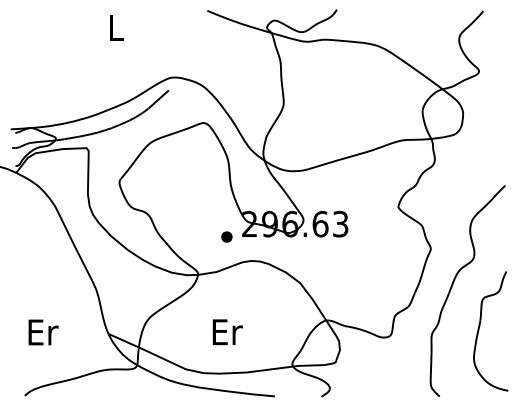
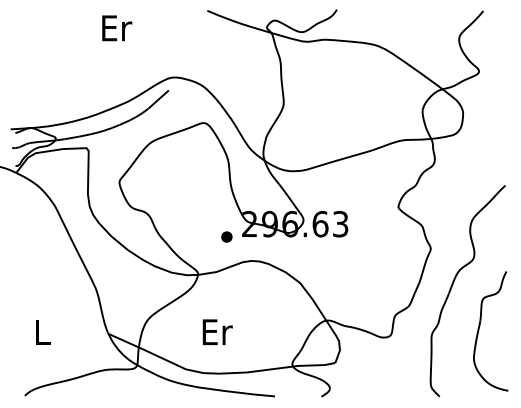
text at (117, 28): L -> Er
text at (43, 332): Er -> L
text at (227, 332) position: (227, 332) -> (217, 332)
